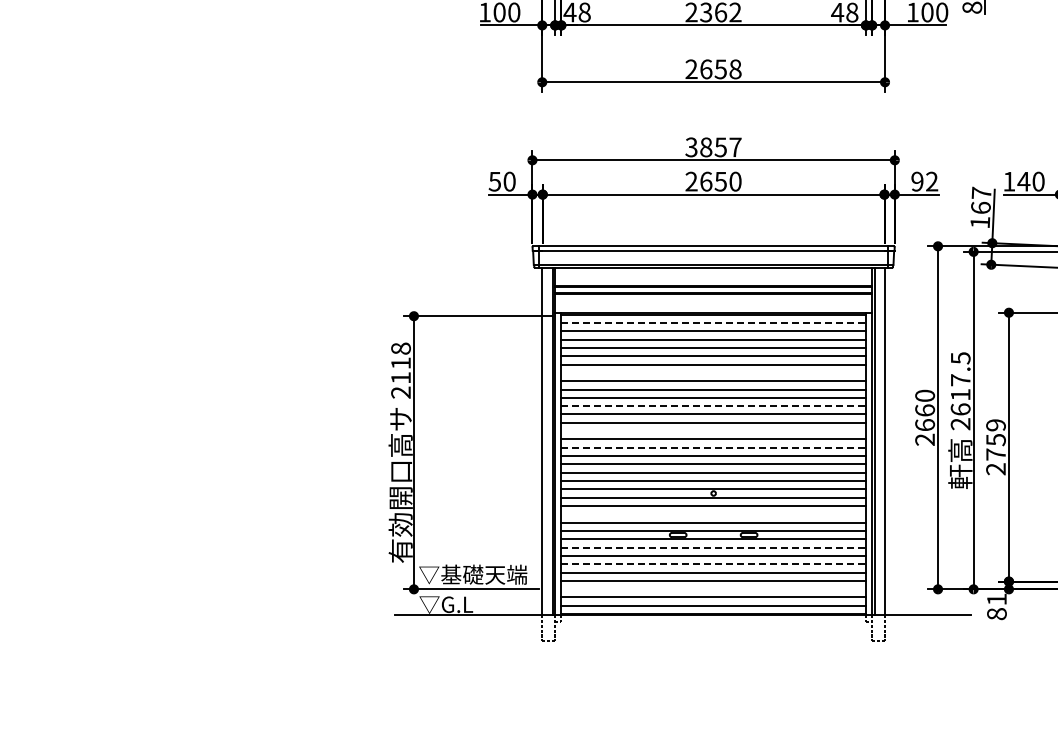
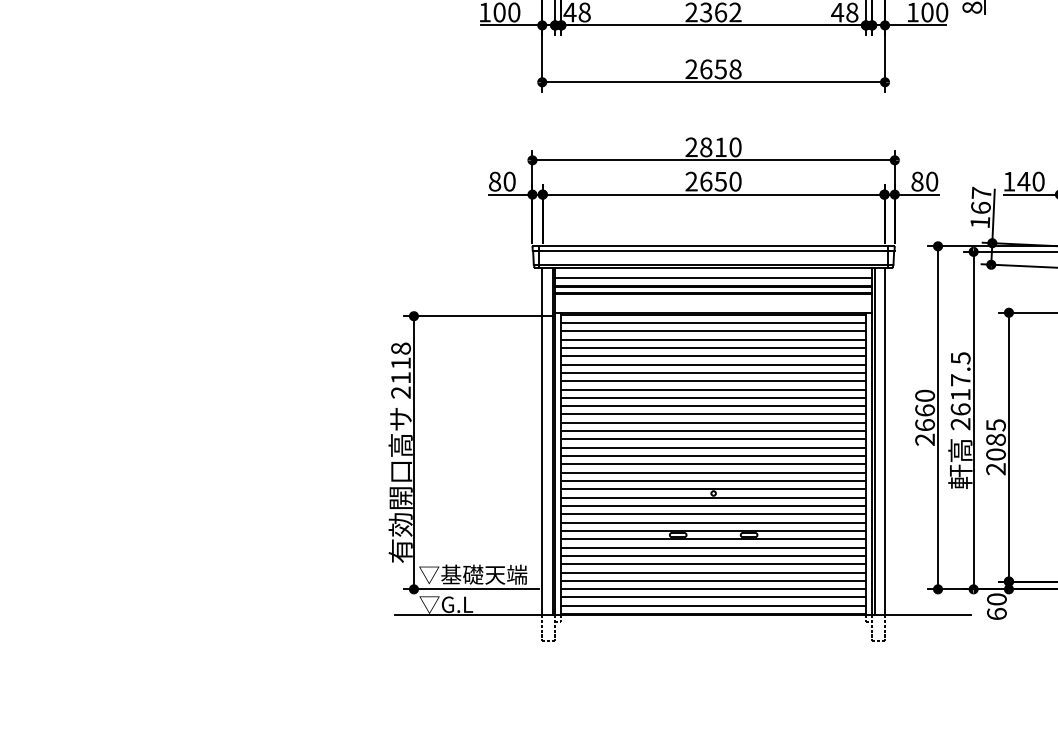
text at (713, 147): 3857 -> 2810
text at (494, 181): 50 -> 80
text at (924, 181): 92 -> 80
line at (713, 278): none -> present
line at (714, 322): dashed -> solid
line at (713, 372): none -> present
line at (714, 406): dashed -> solid
line at (713, 431): none -> present
text at (995, 439): 2759 -> 2085
line at (714, 447): dashed -> solid
line at (713, 514): none -> present
line at (714, 547): dashed -> solid
line at (714, 564): dashed -> solid
line at (713, 589): none -> present
text at (996, 606): 81 -> 60
